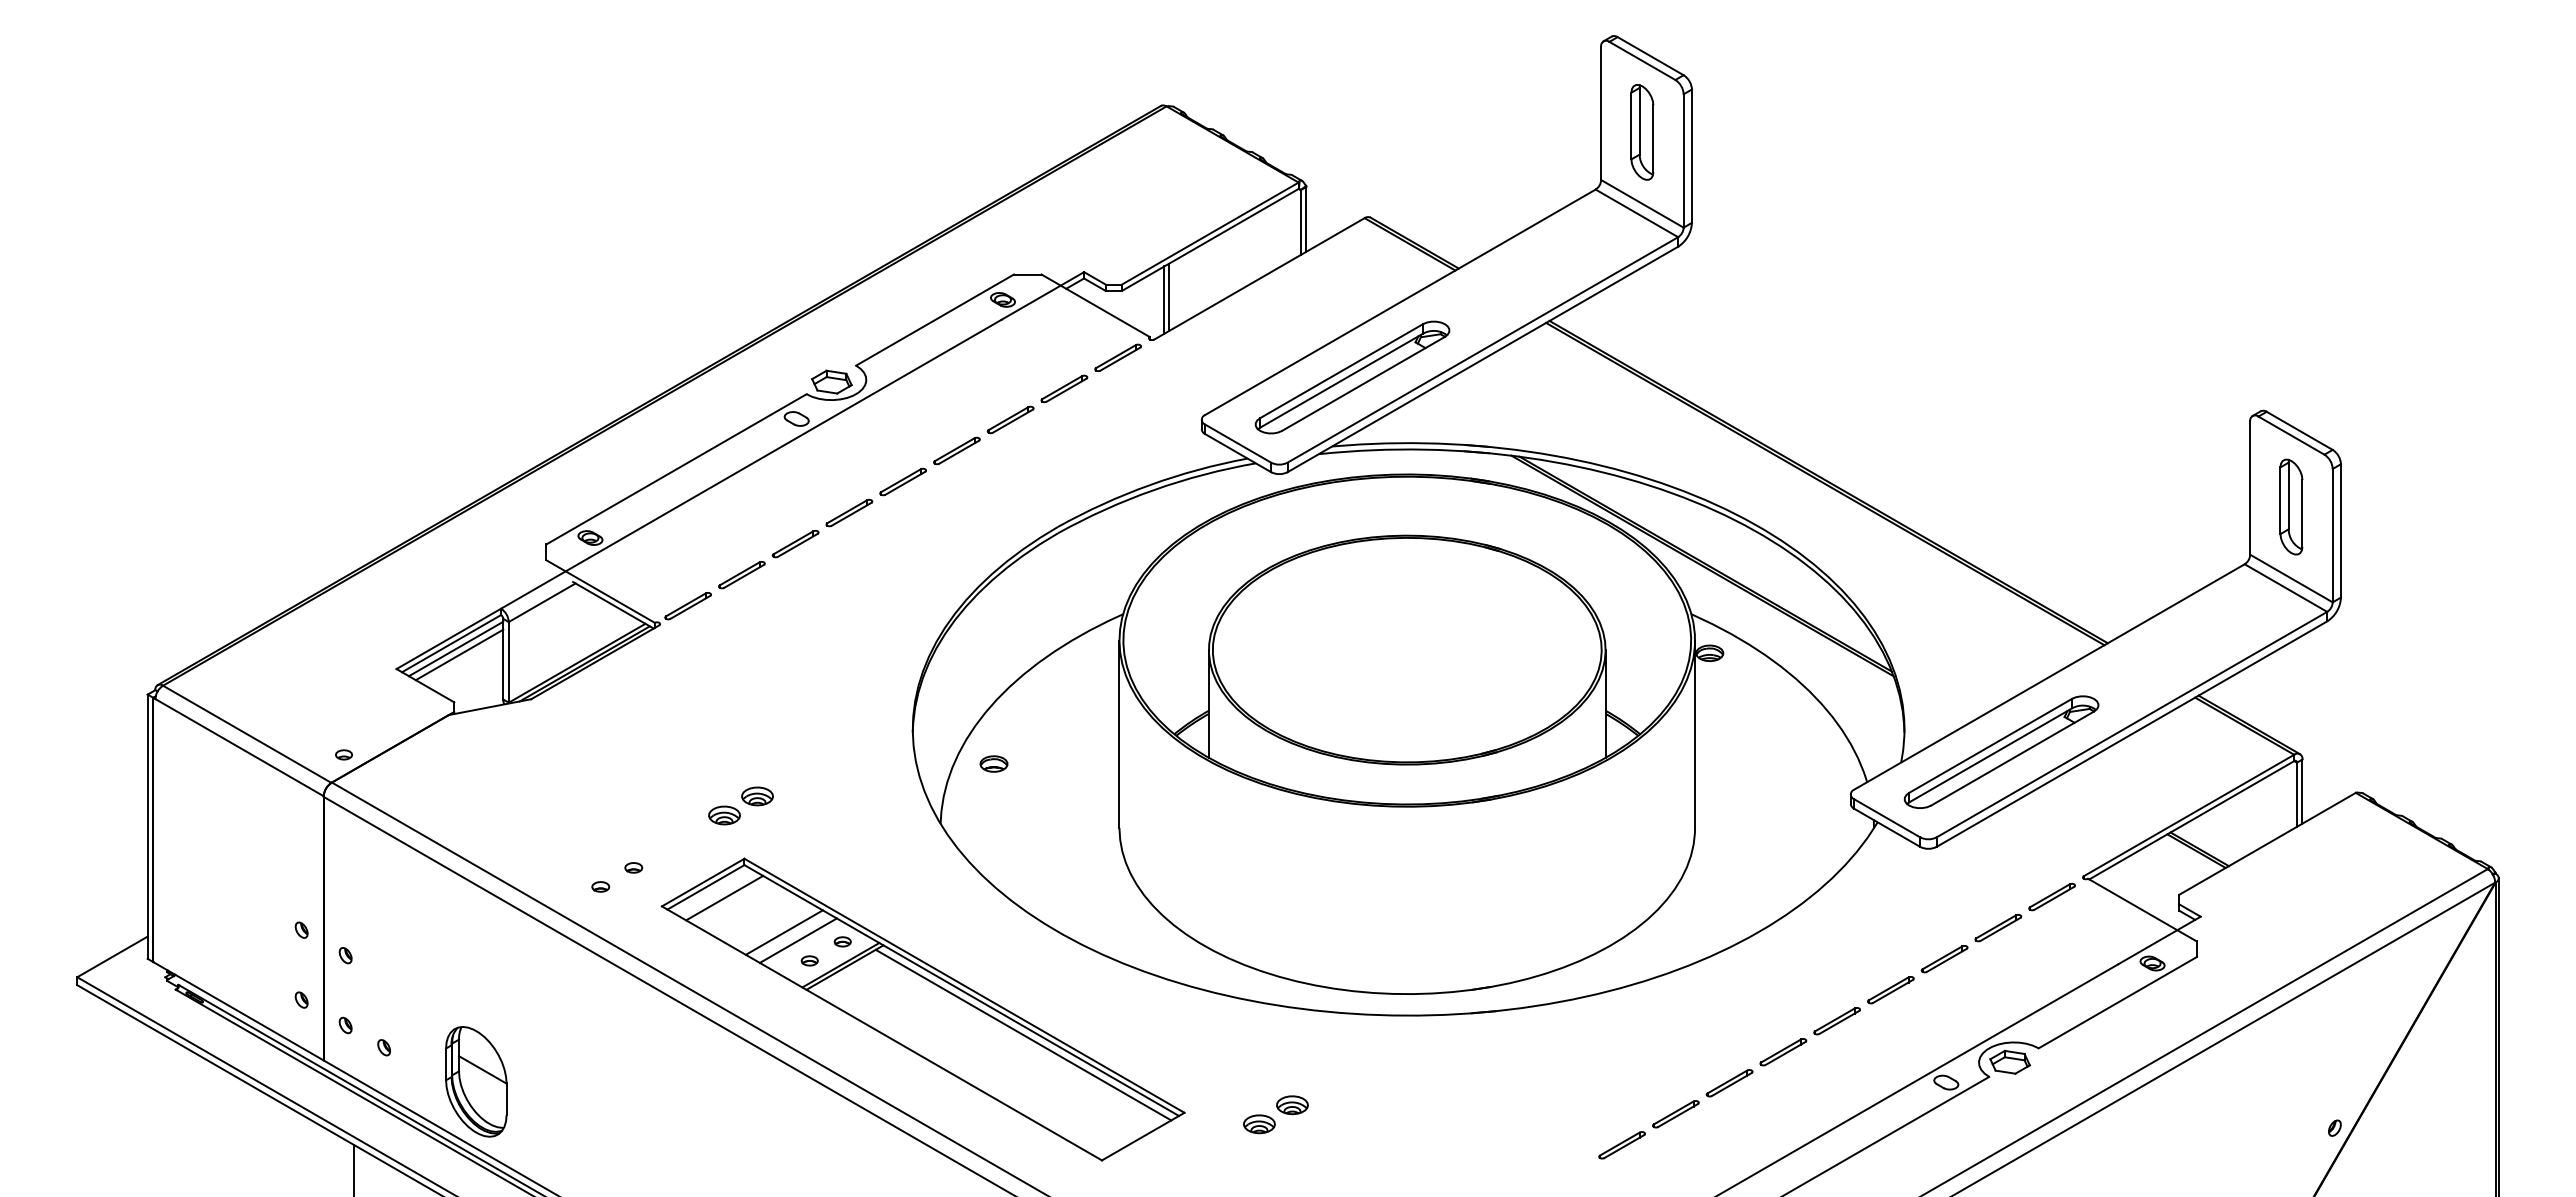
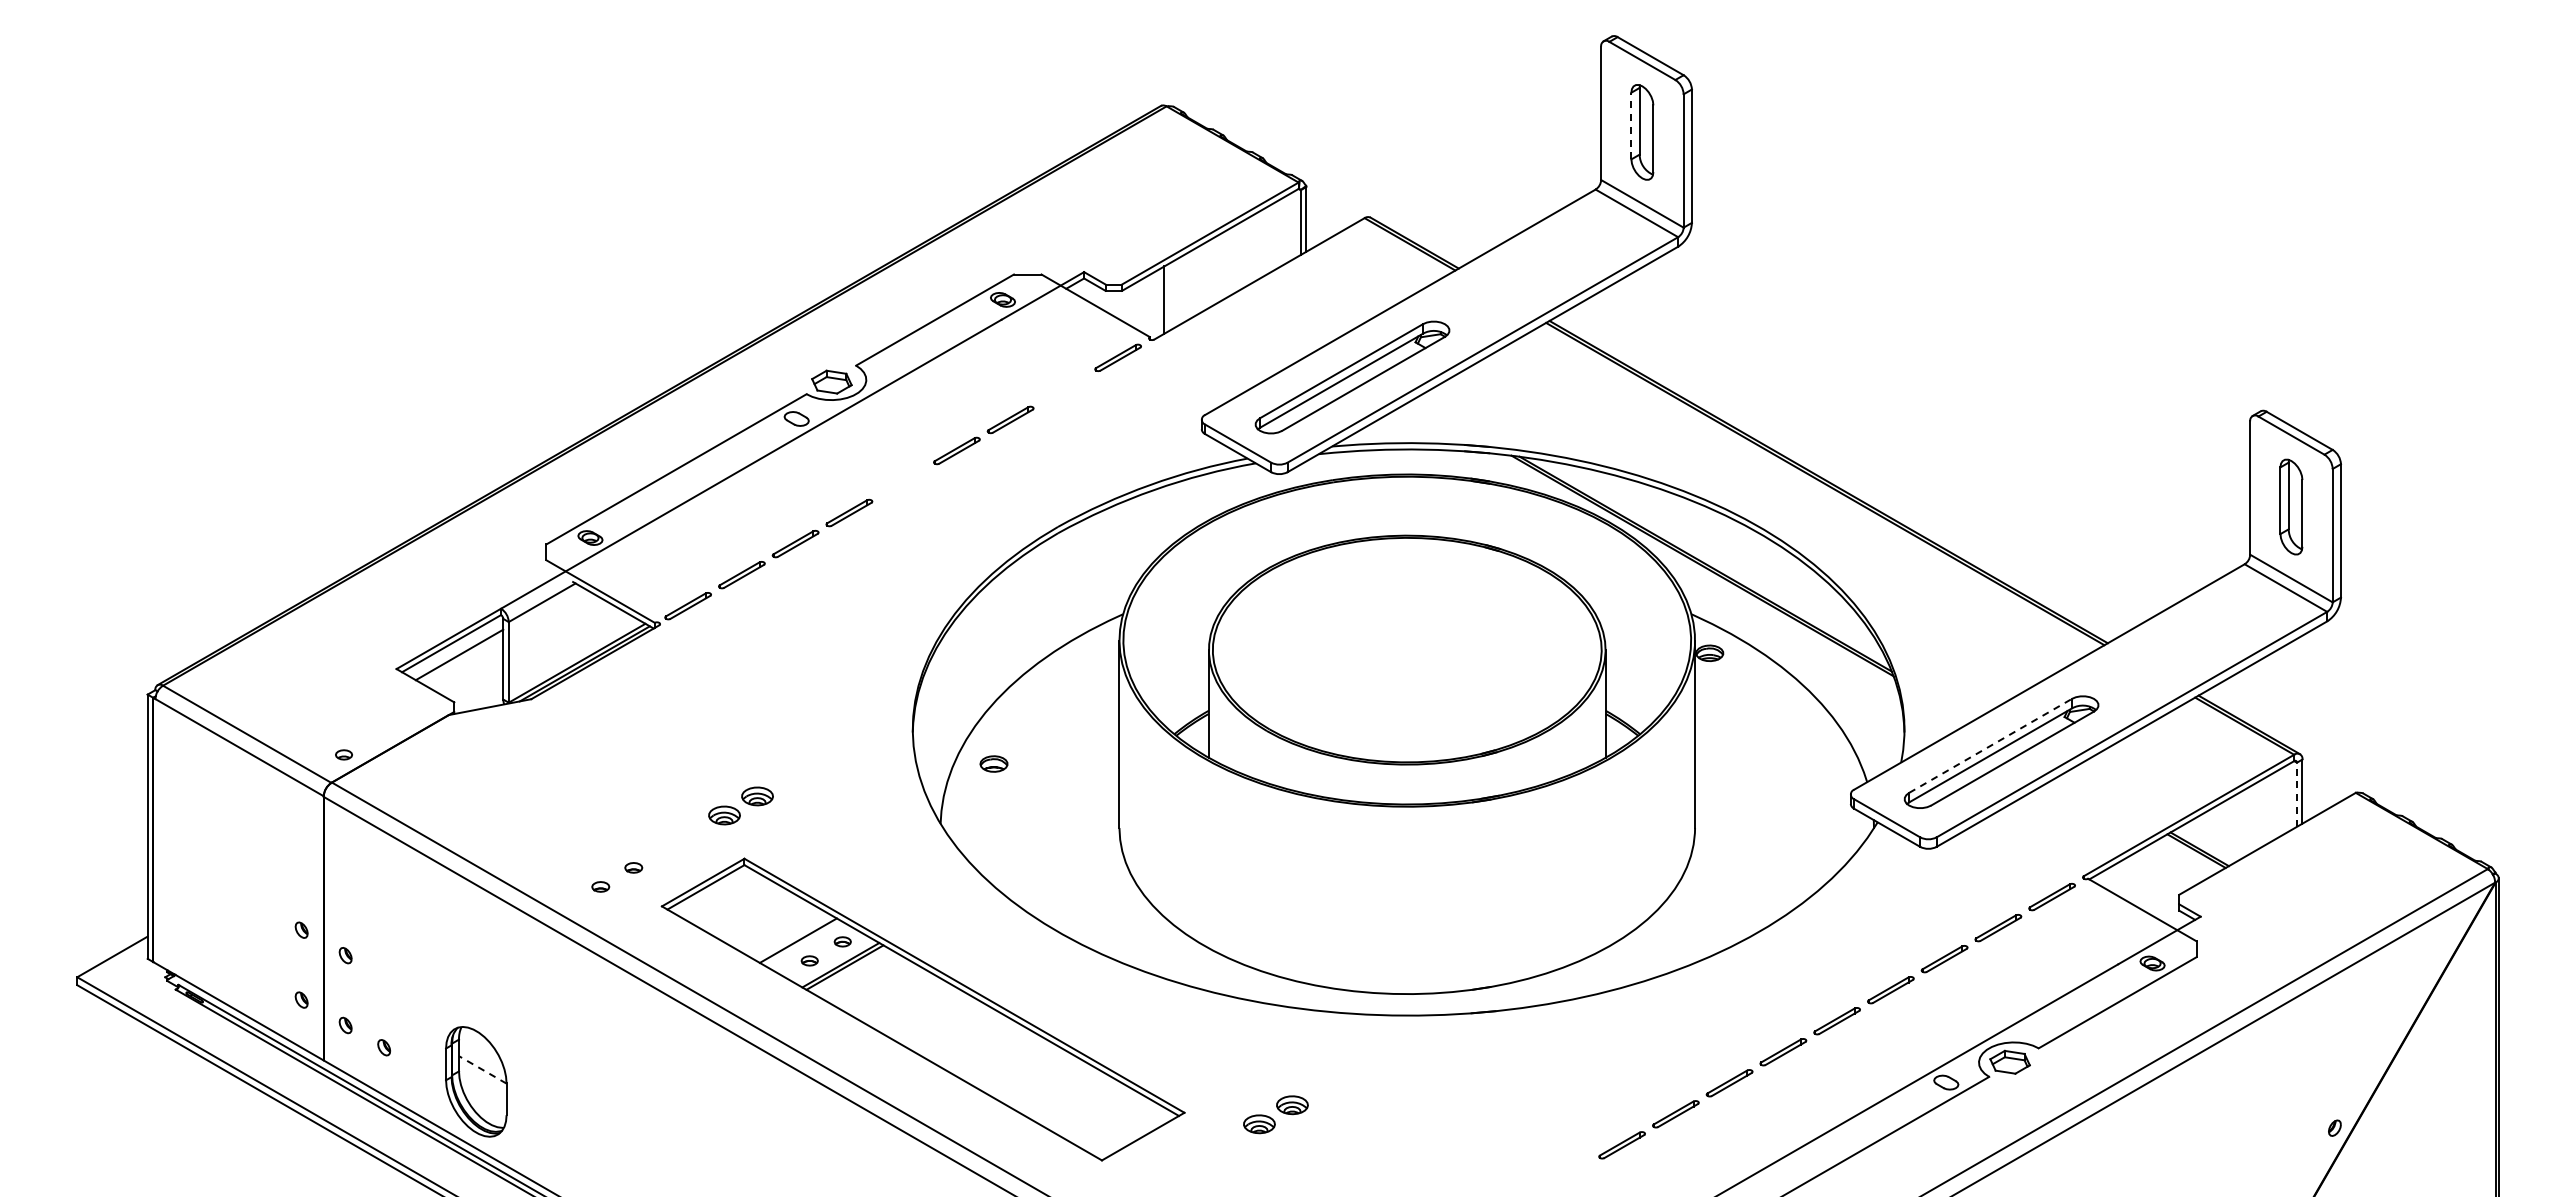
line at (1631, 125): solid -> dashed
line at (1168, 297): present -> none
part at (1064, 388): present -> none
part at (902, 481): present -> none
line at (455, 648): present -> none
line at (1990, 745): solid -> dashed
line at (2296, 794): solid -> dashed
line at (724, 897): present -> none
line at (783, 932): present -> none
line at (1023, 1034): present -> none
line at (482, 1069): solid -> dashed
line at (353, 1168): present -> none
